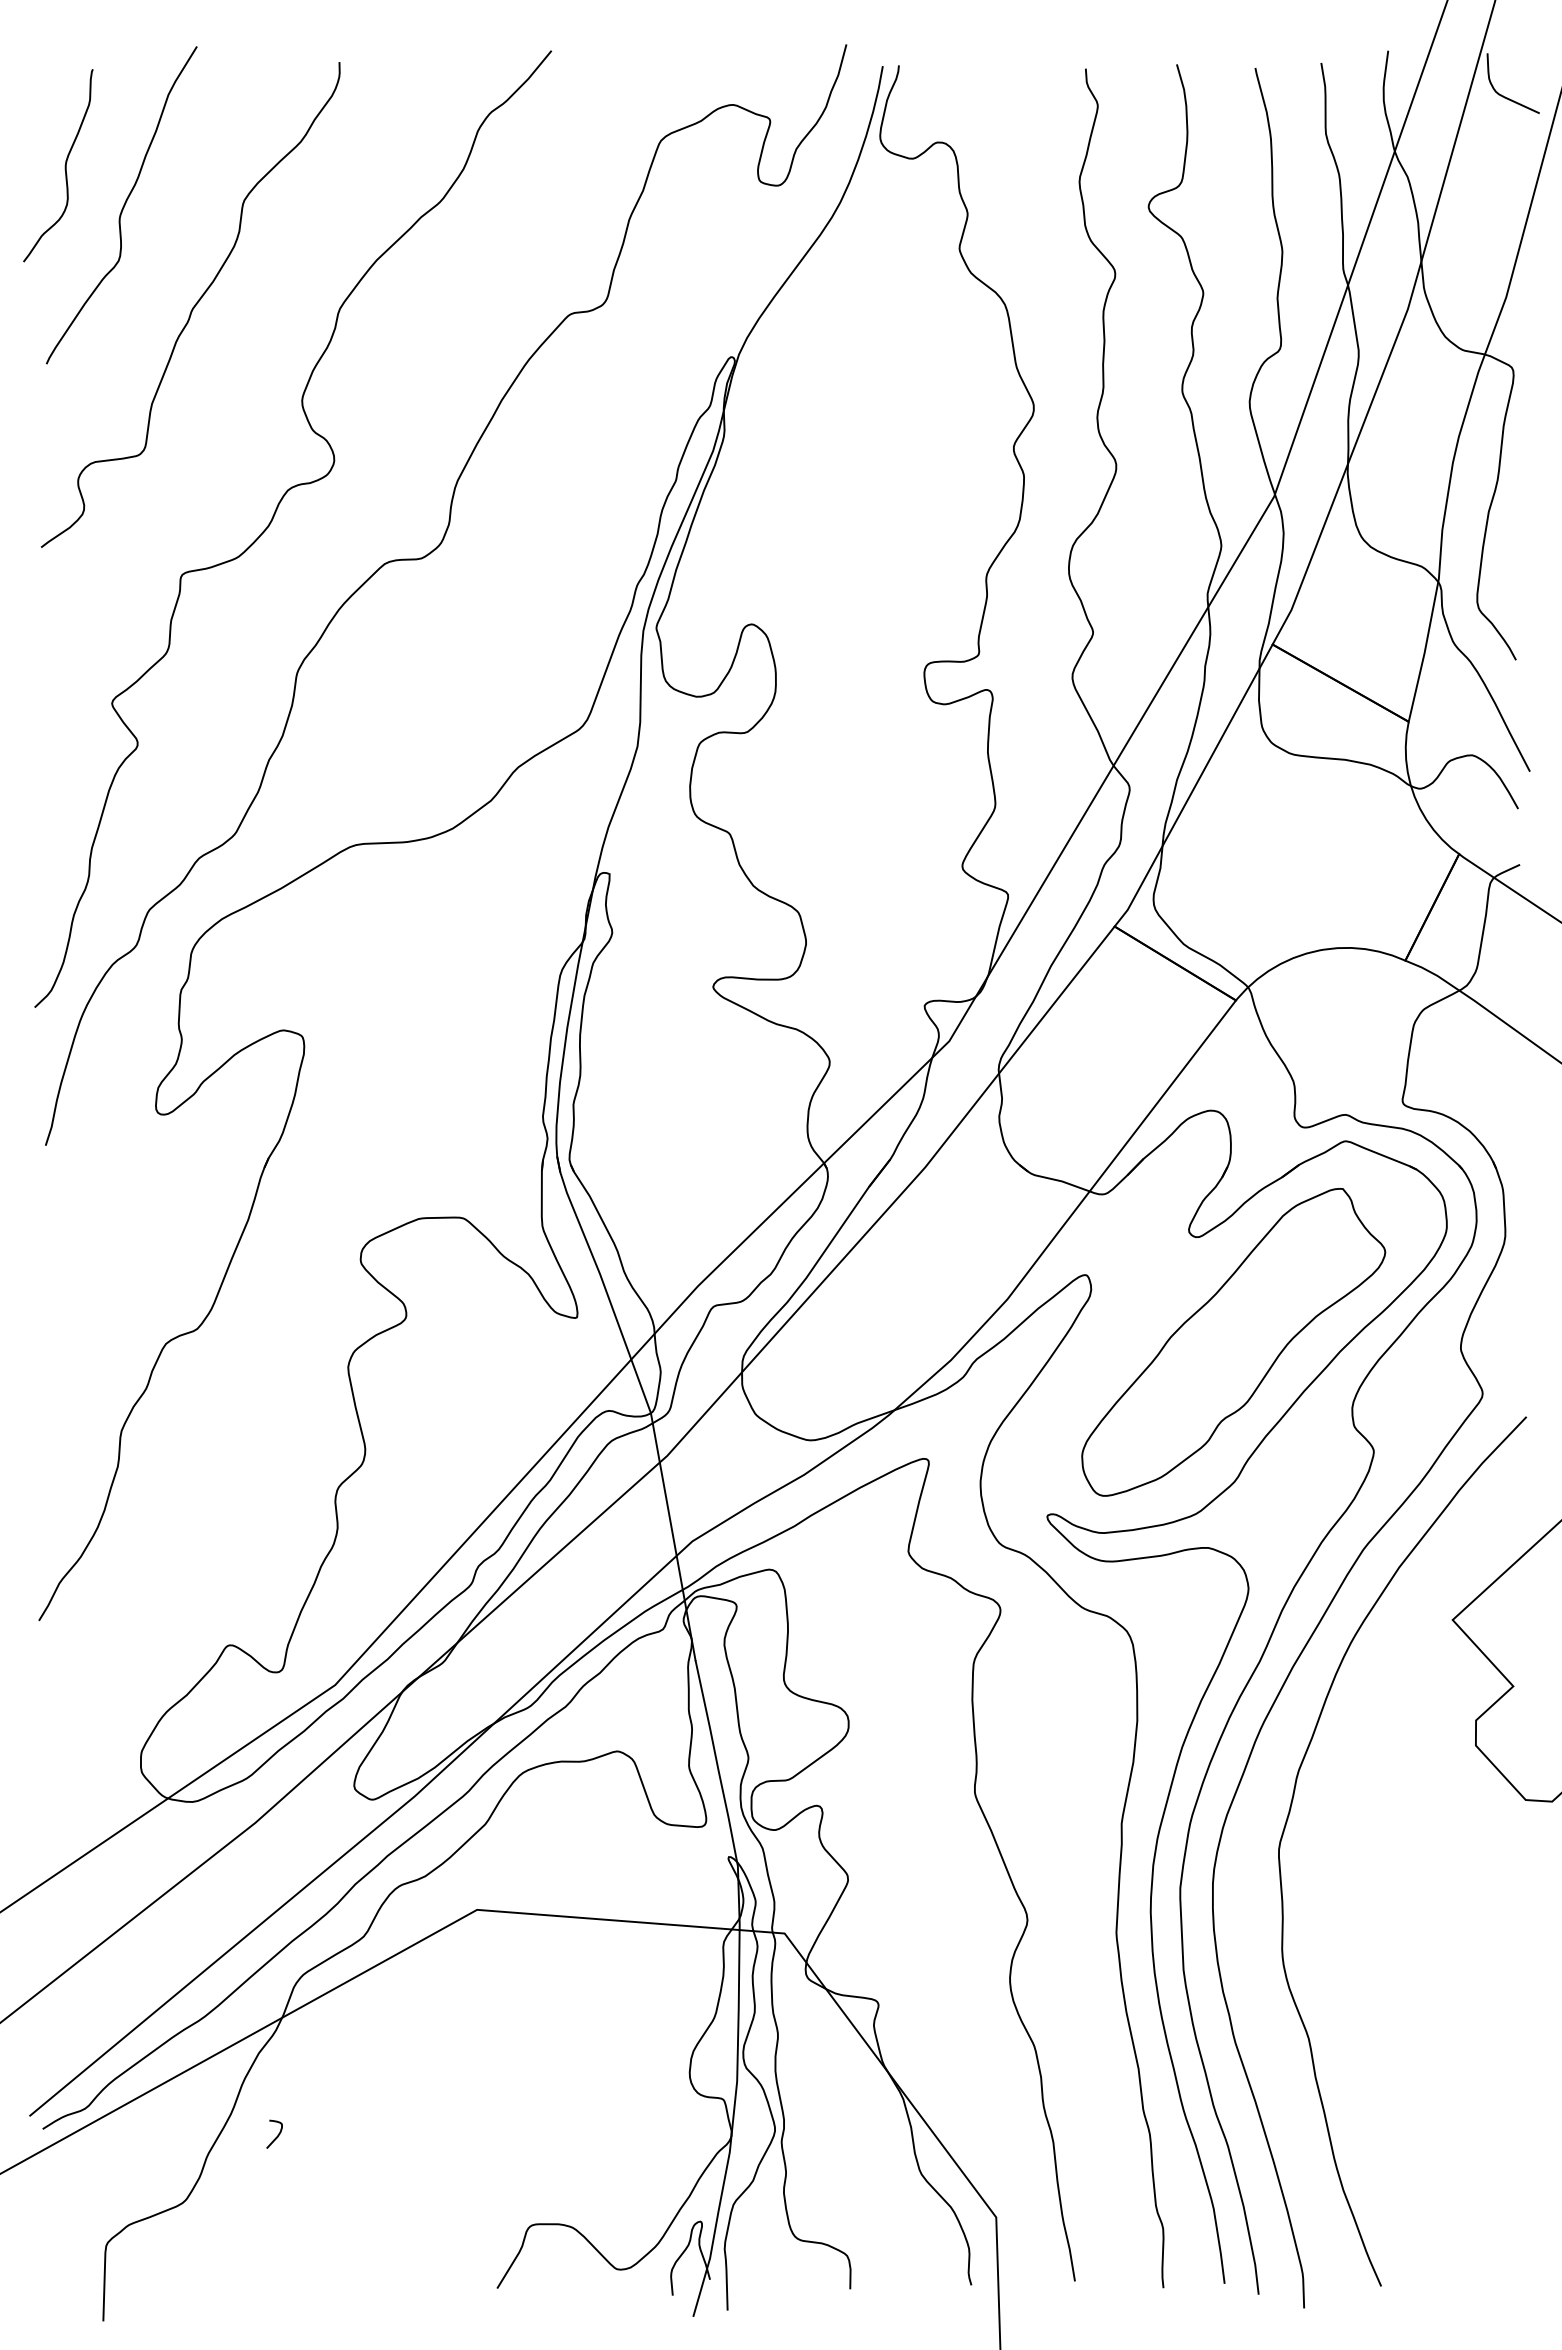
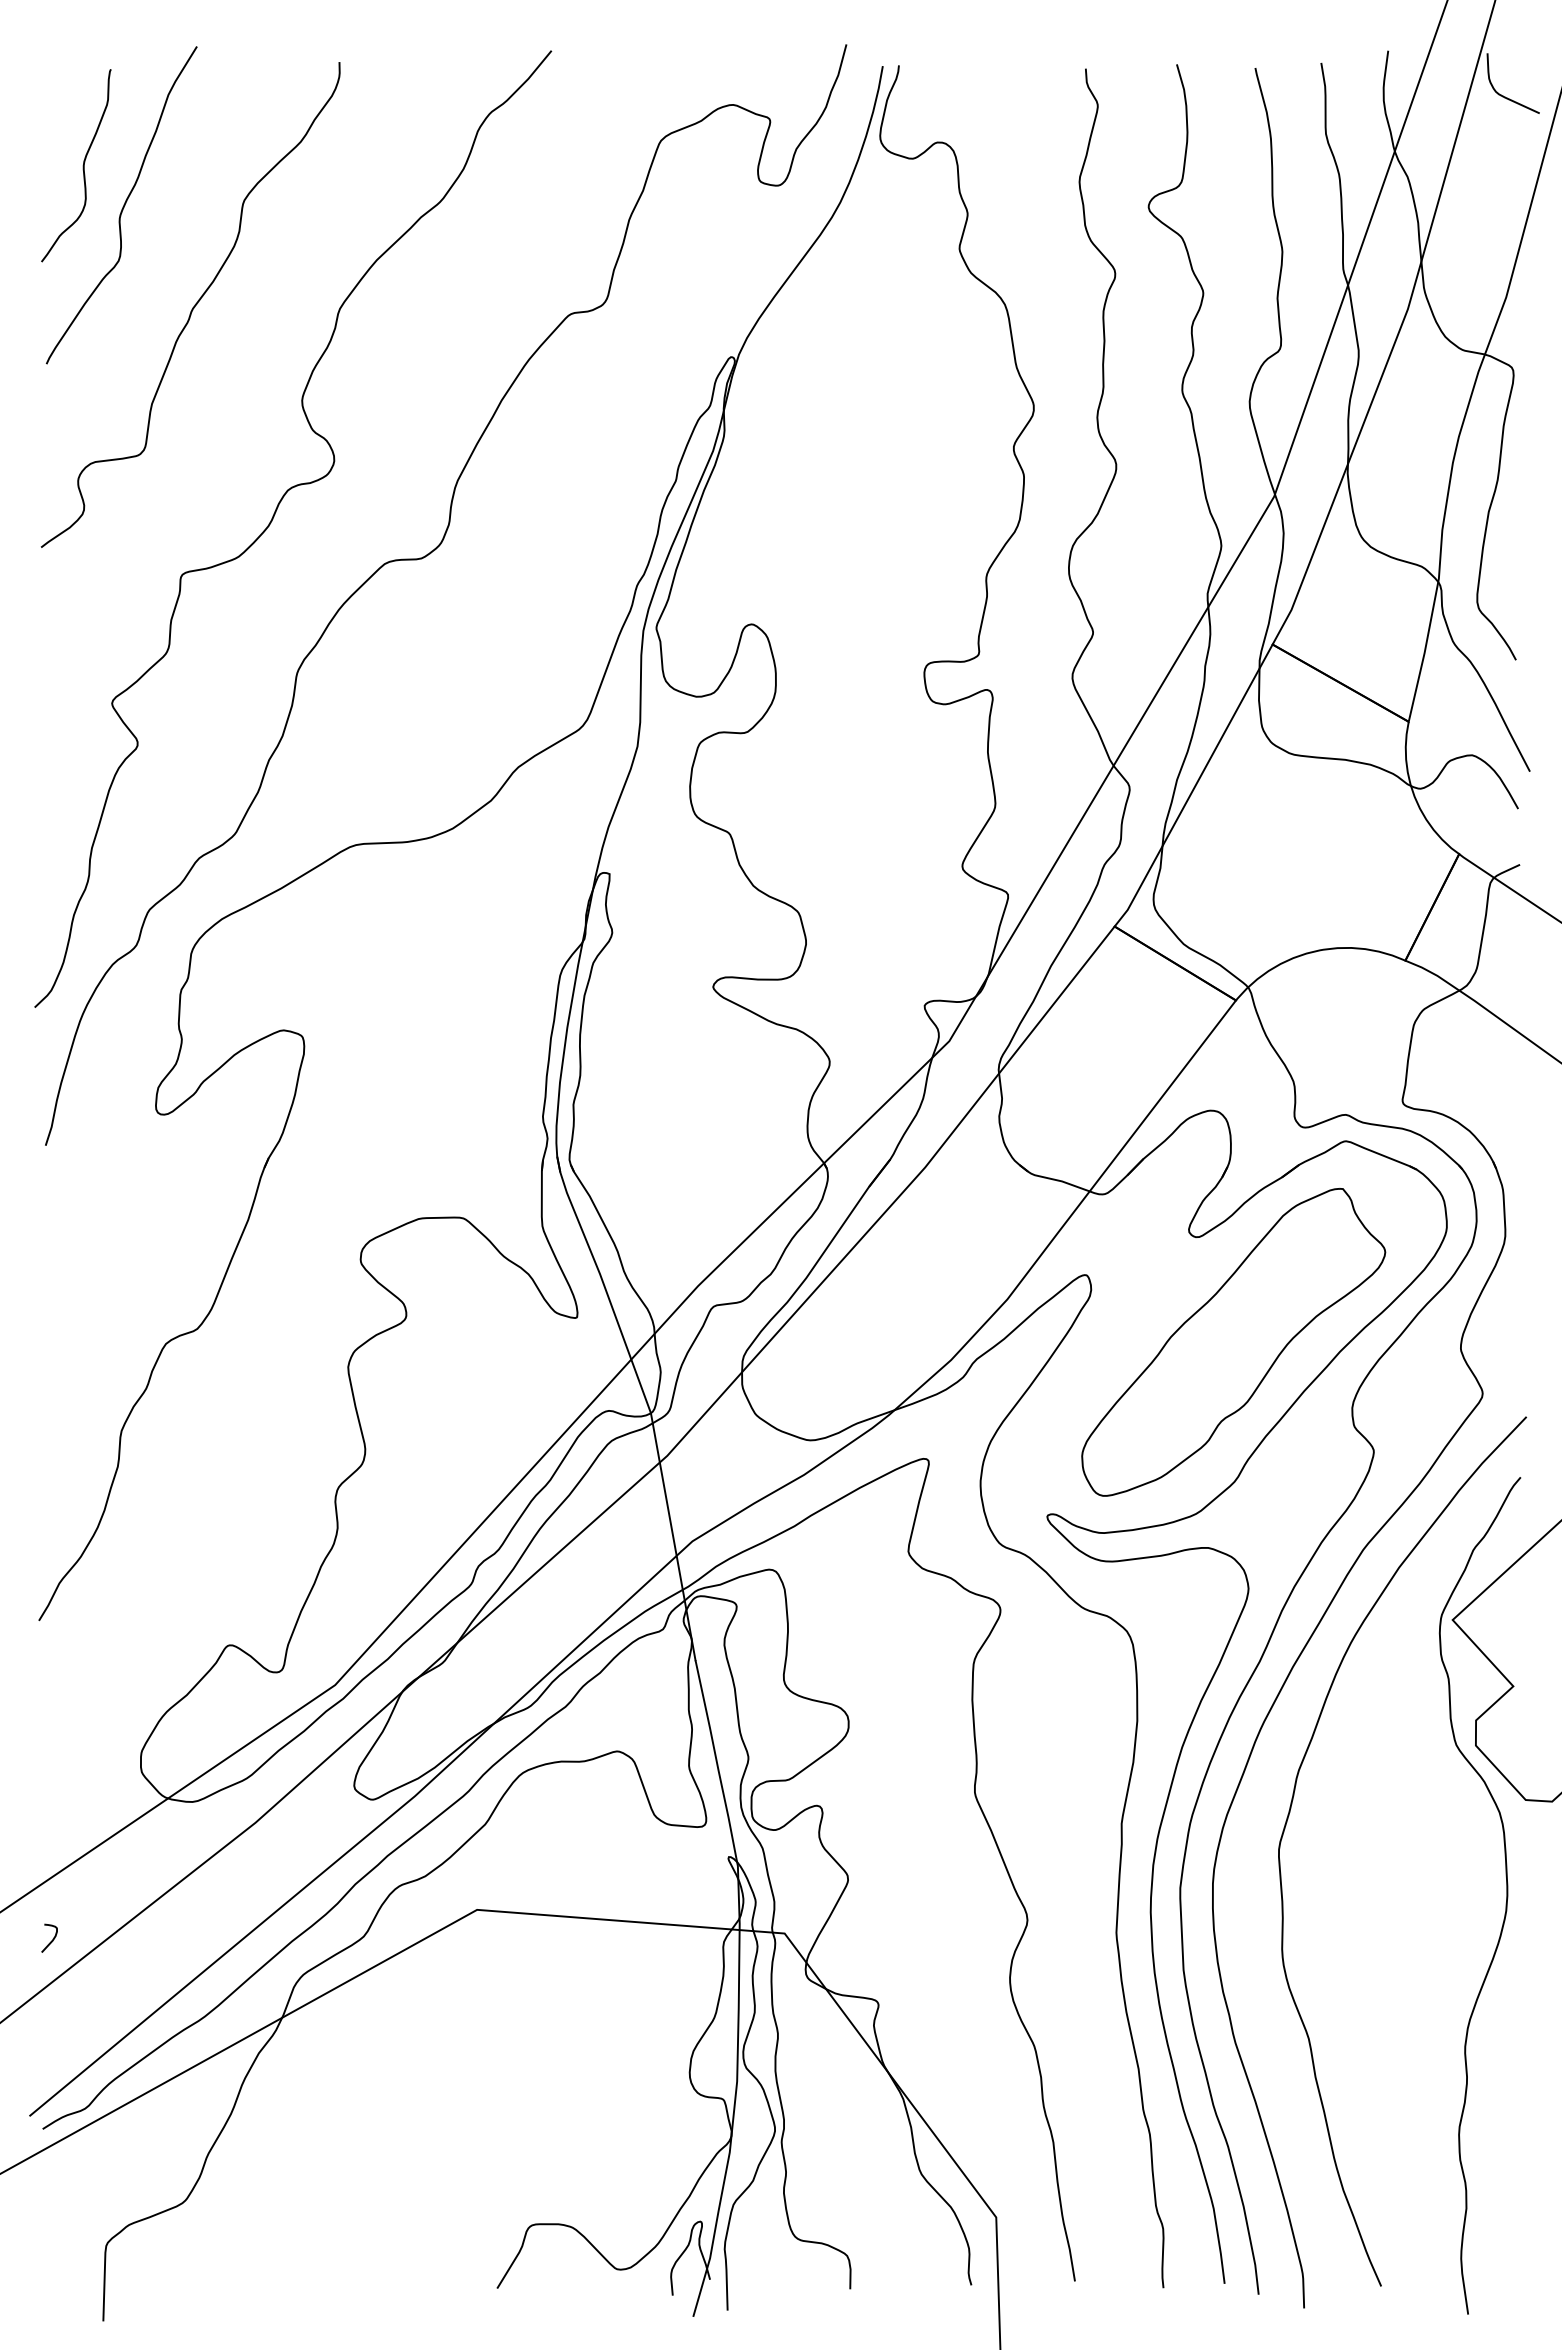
curve at (64, 165) position: (64, 165) -> (82, 165)
curve at (1506, 1895): none -> present
curve at (277, 2135) position: (277, 2135) -> (52, 1939)
